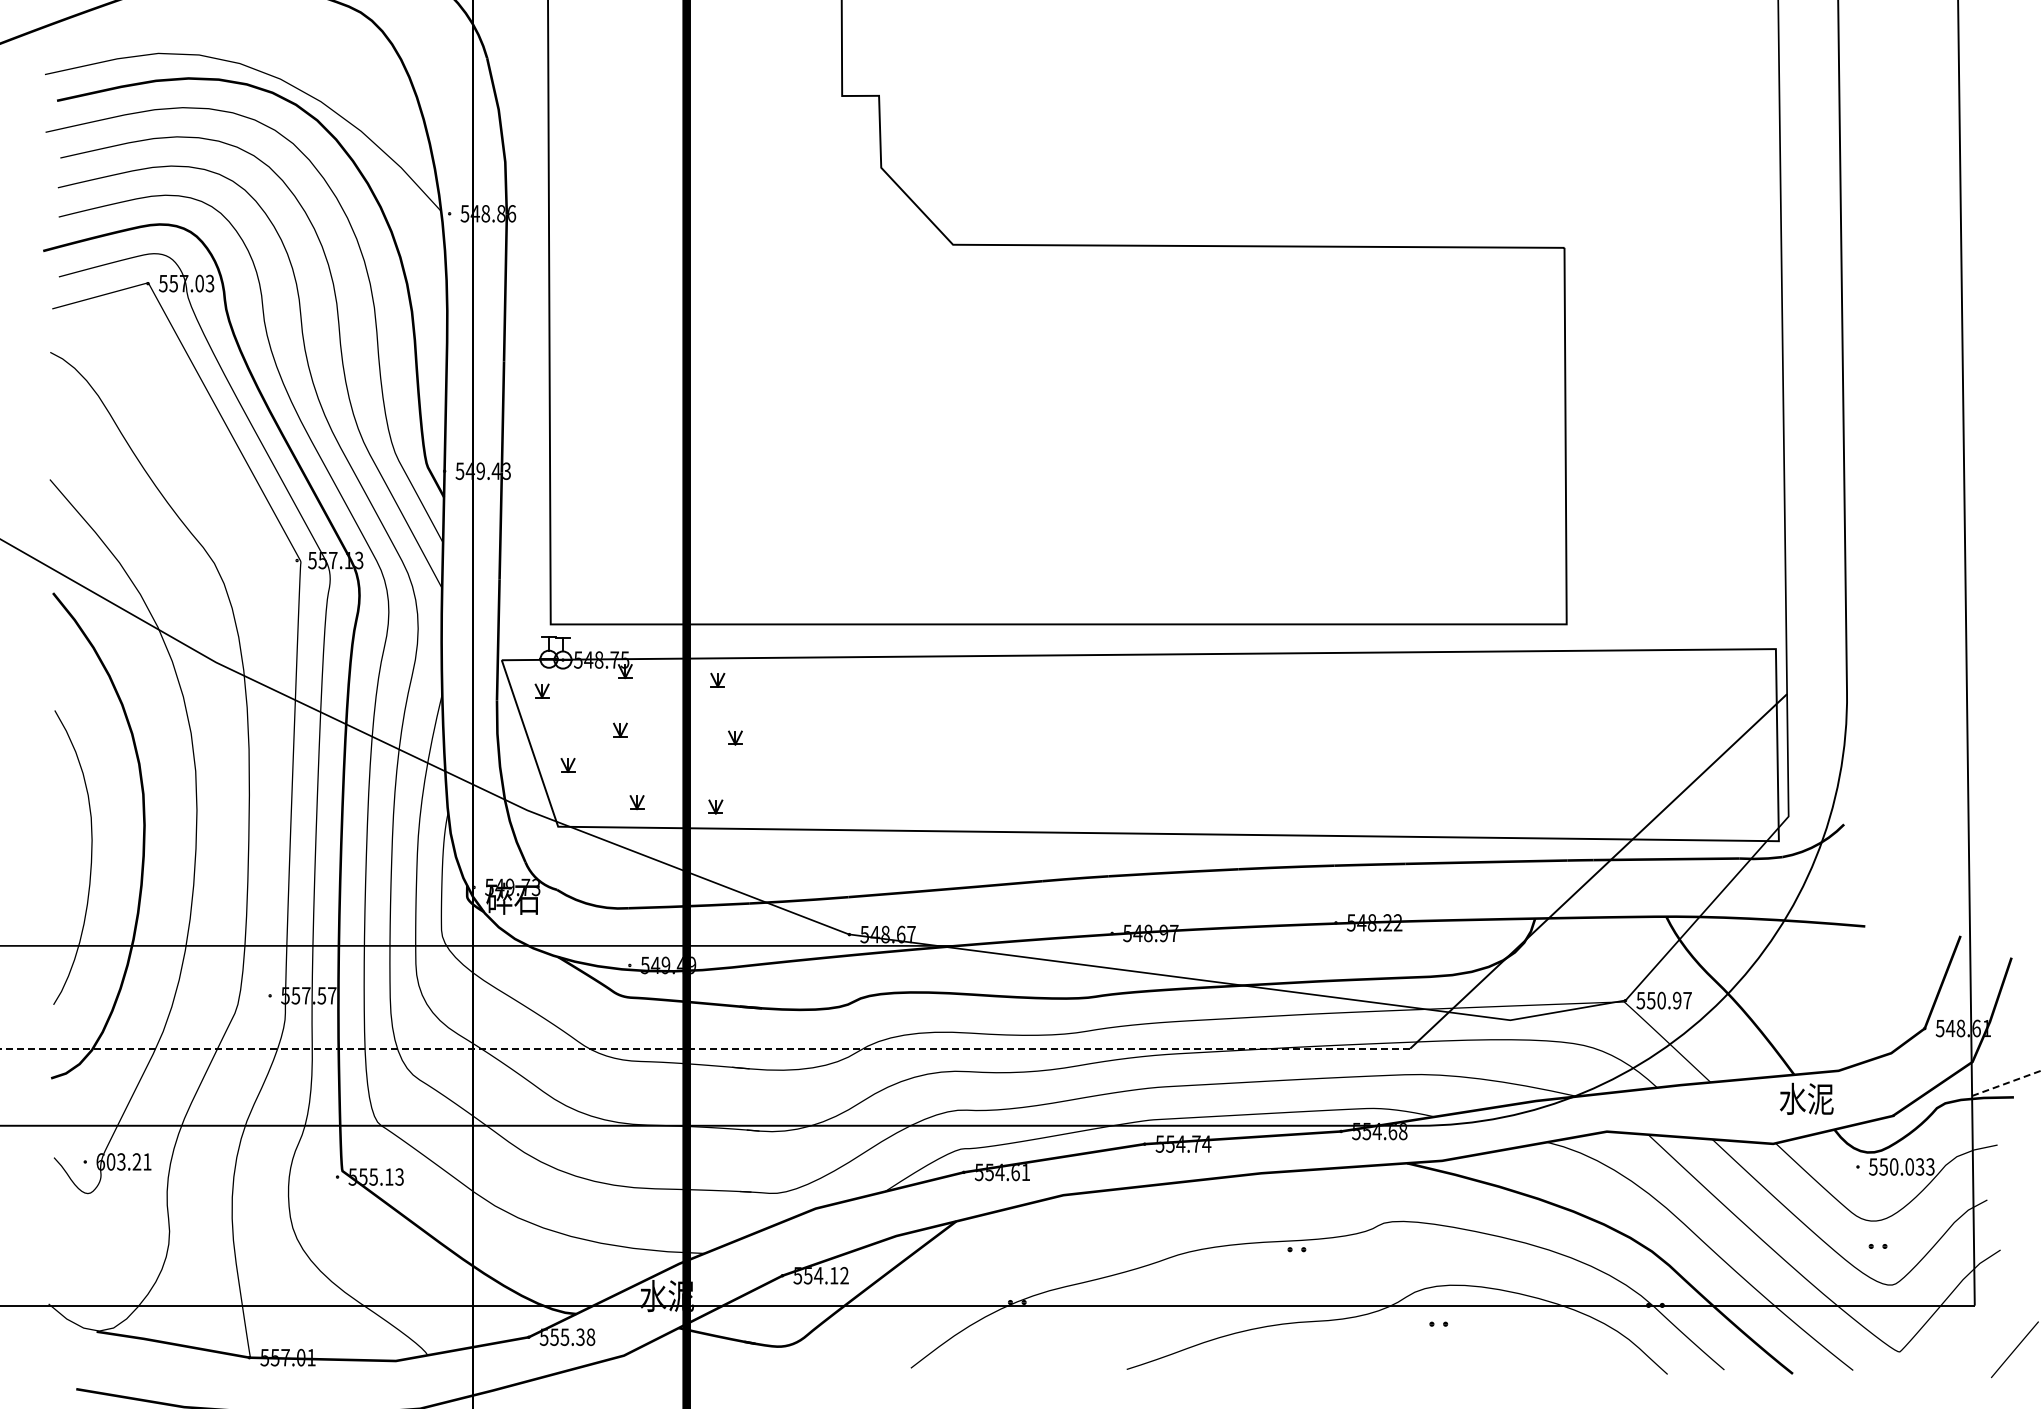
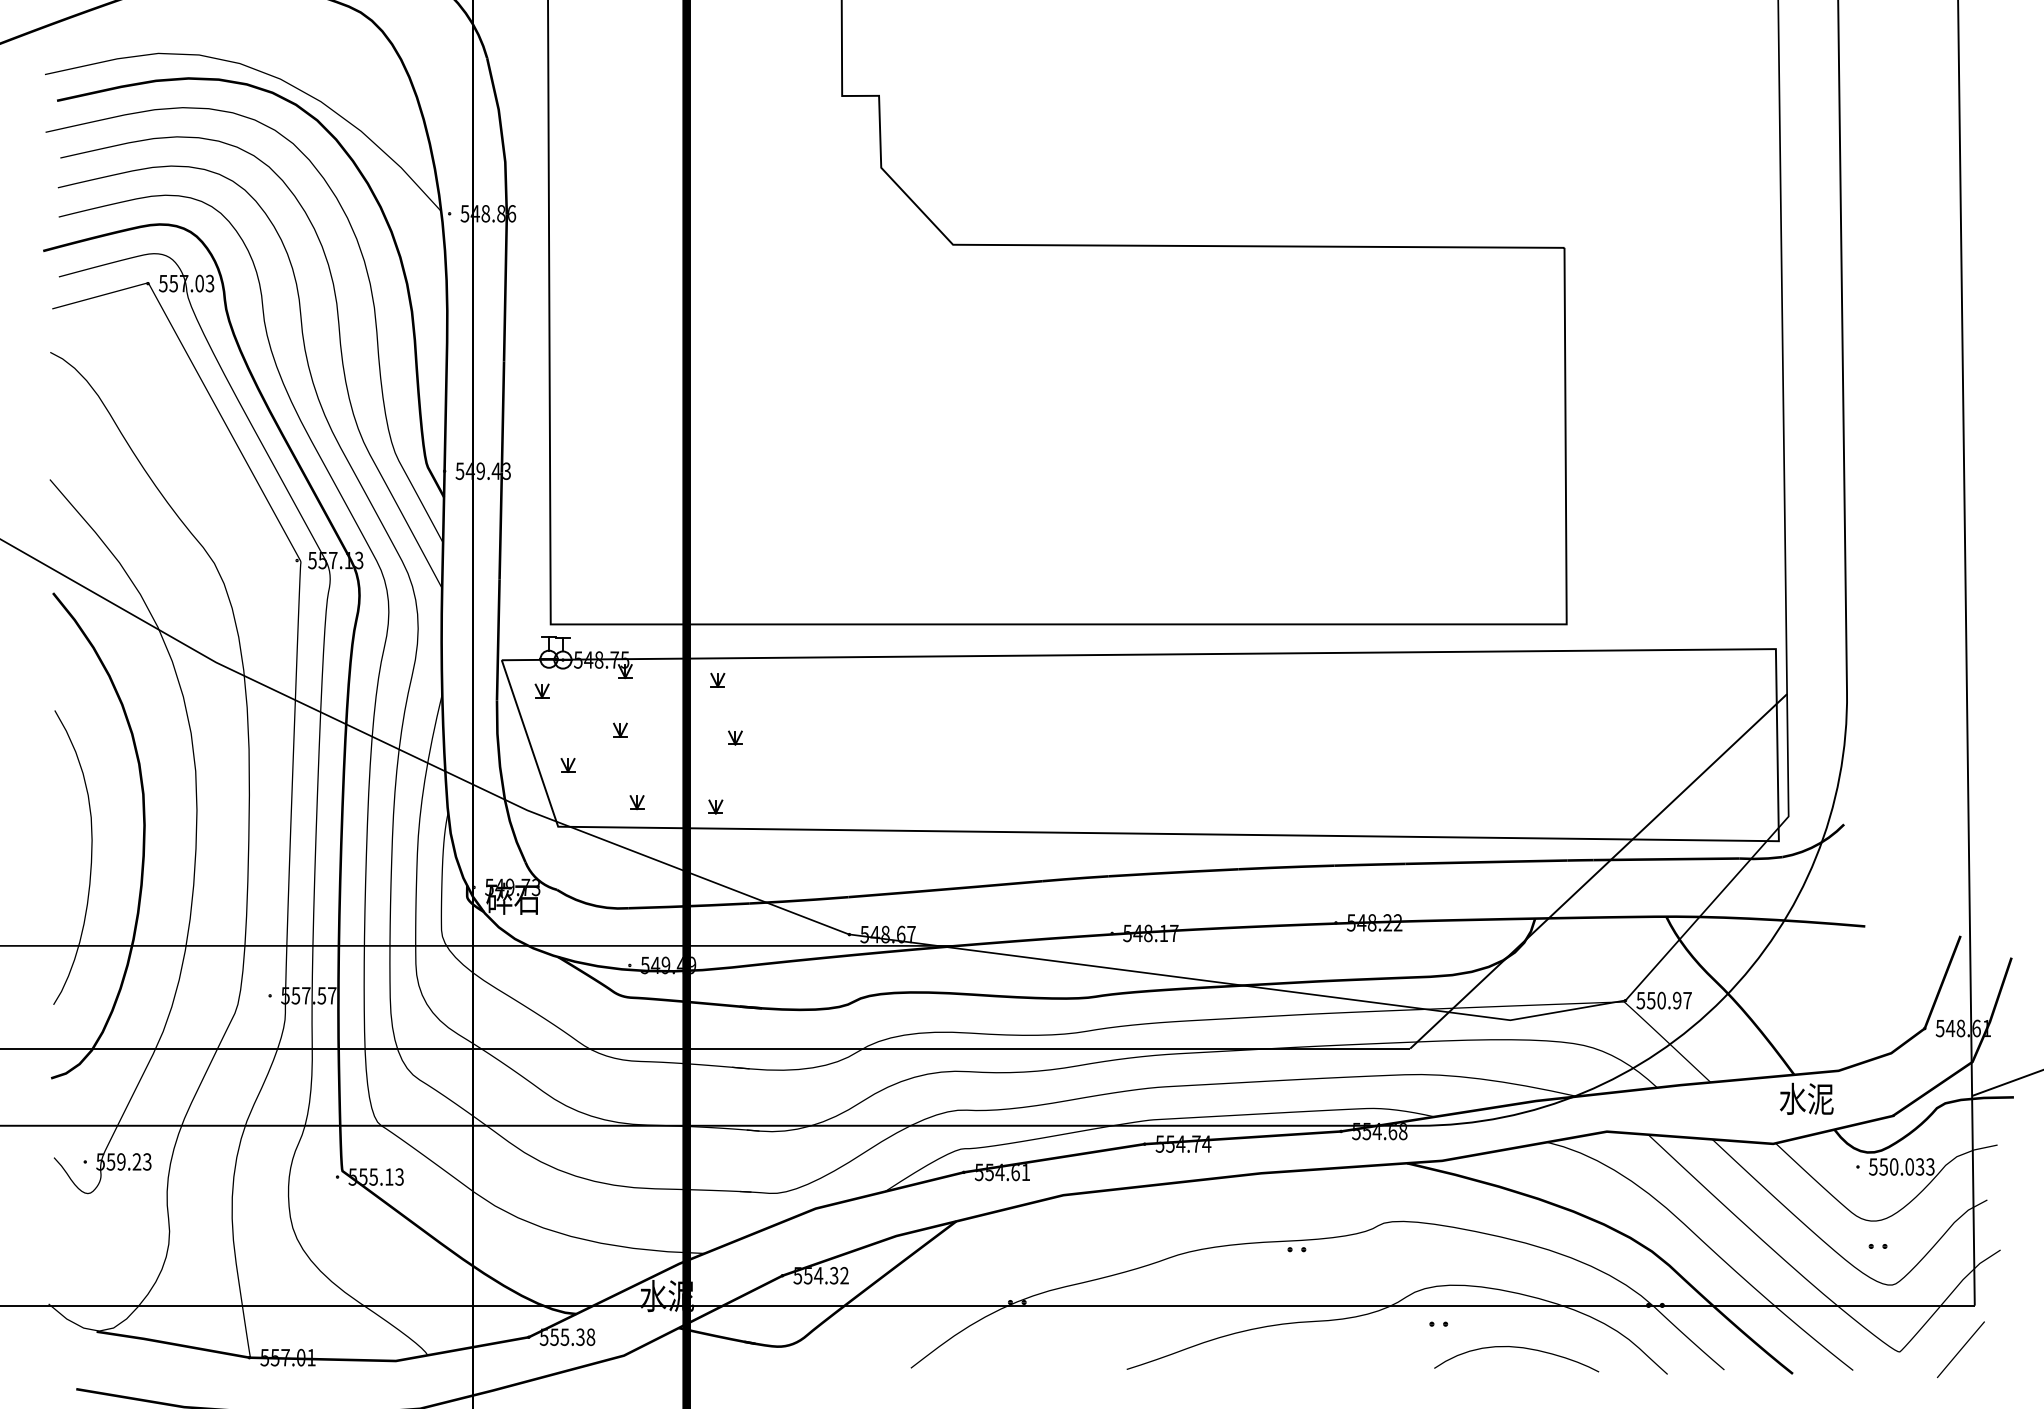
text at (1163, 933): 548.97 -> 548.17
line at (705, 1048): dashed -> solid
line at (2007, 1082): dashed -> solid
text at (123, 1161): 603.21 -> 559.23
text at (833, 1275): 554.12 -> 554.32
curve at (1520, 1348): none -> present
line at (2014, 1349) position: (2014, 1349) -> (1960, 1349)
